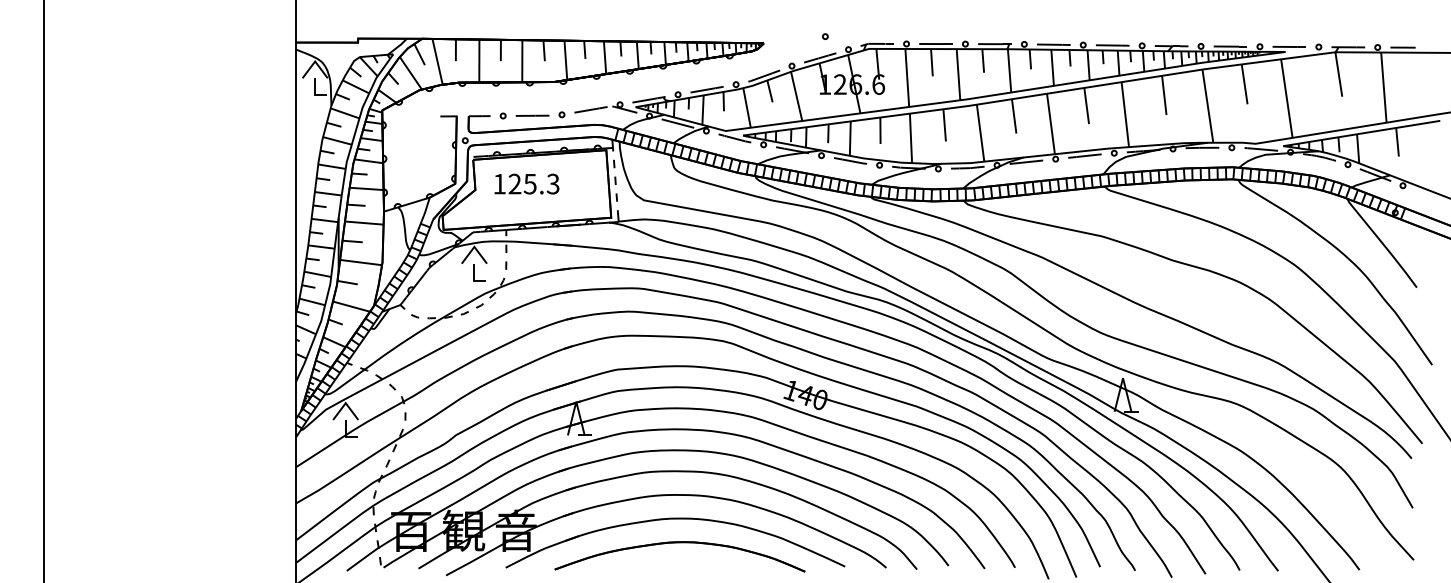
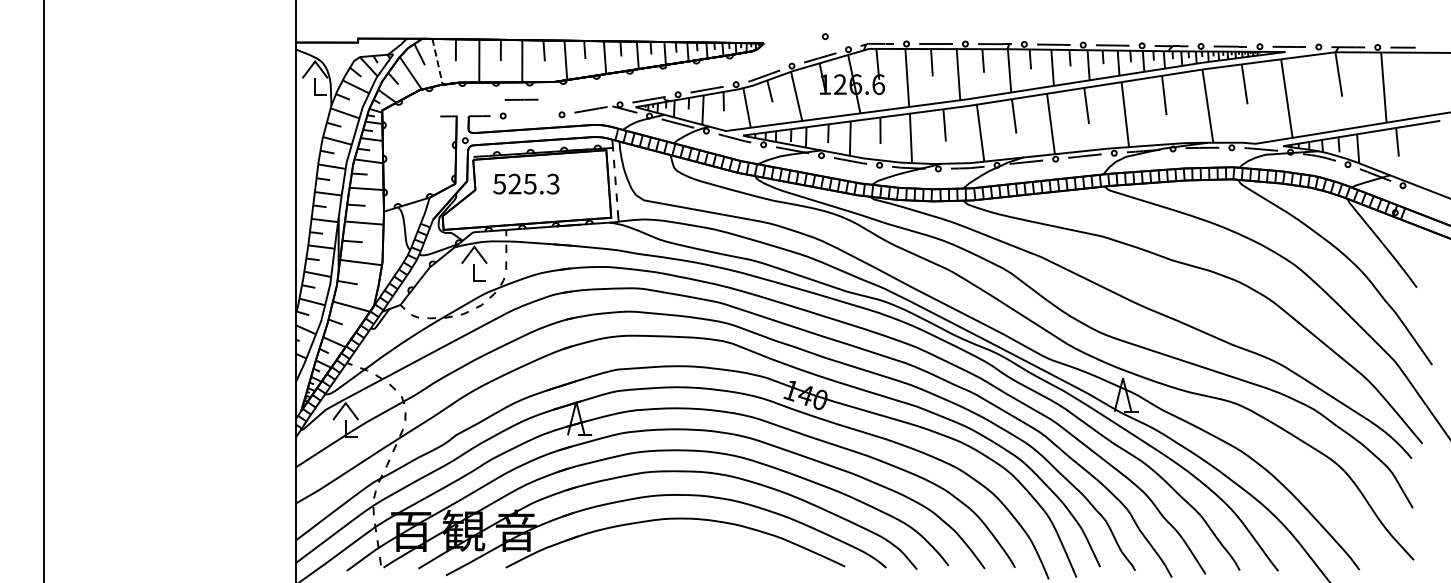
line at (437, 62): solid -> dashed
line at (532, 115) position: (532, 115) -> (521, 99)
text at (499, 184): 125.3 -> 525.3
part at (679, 543): present -> none
